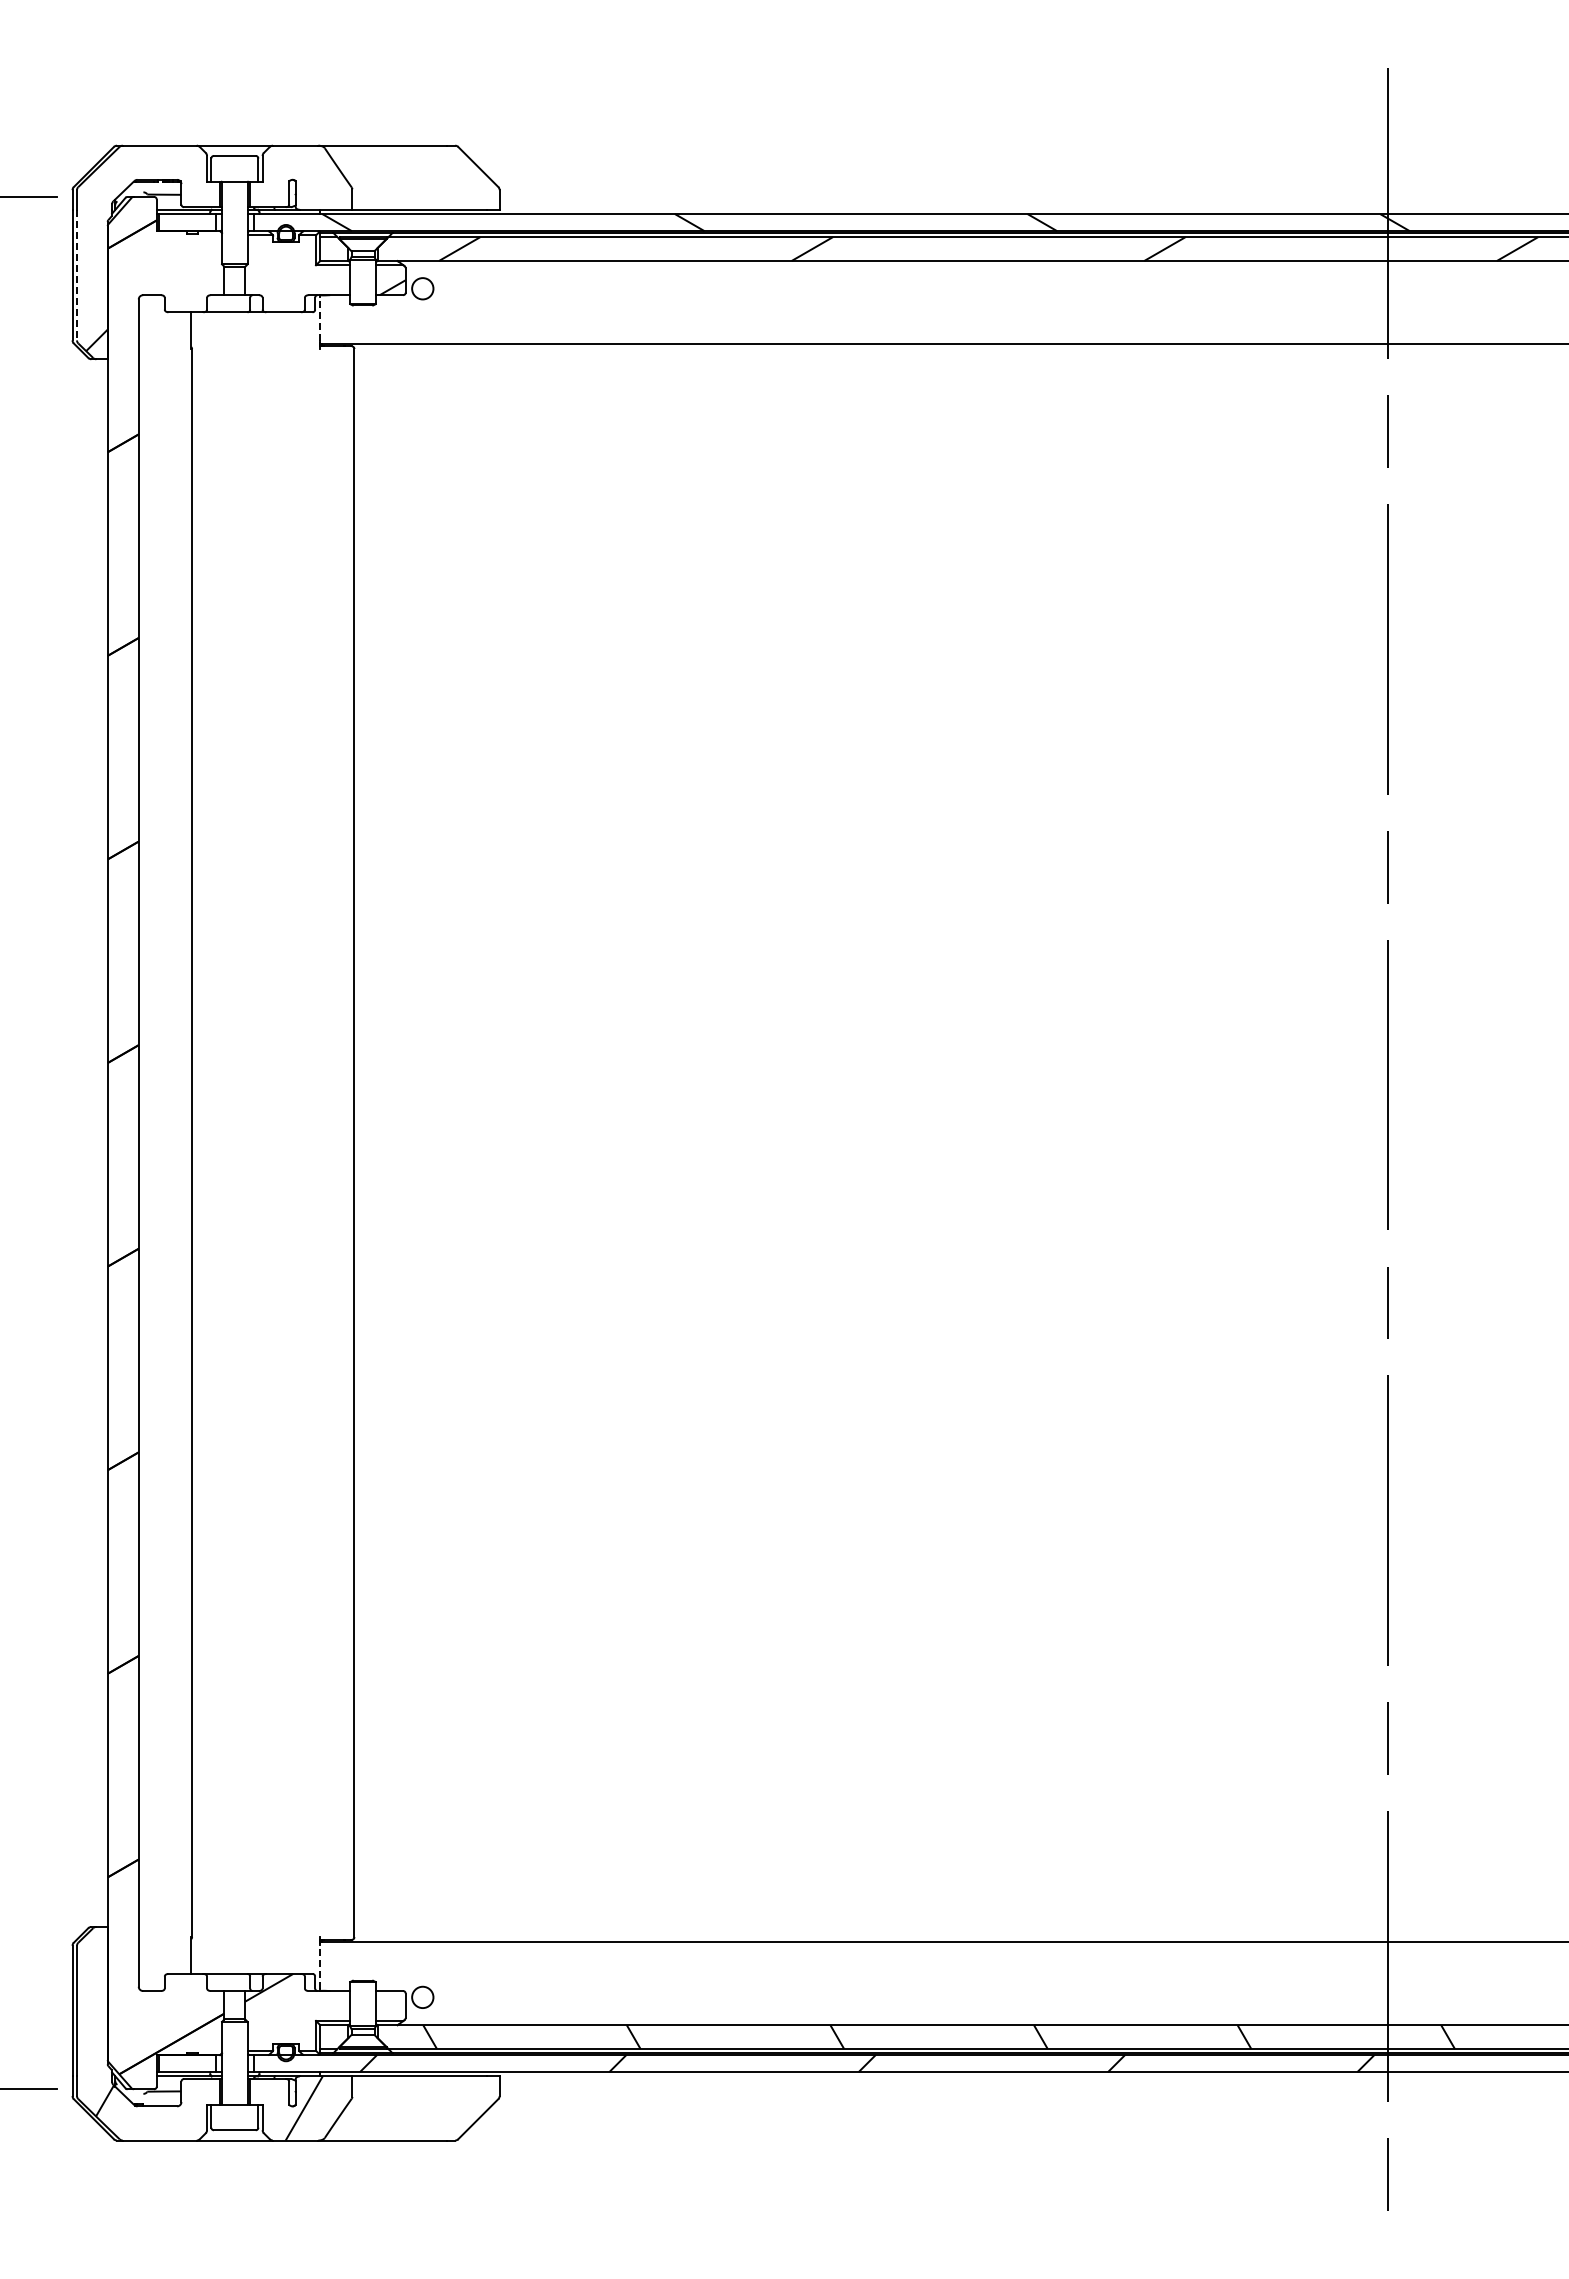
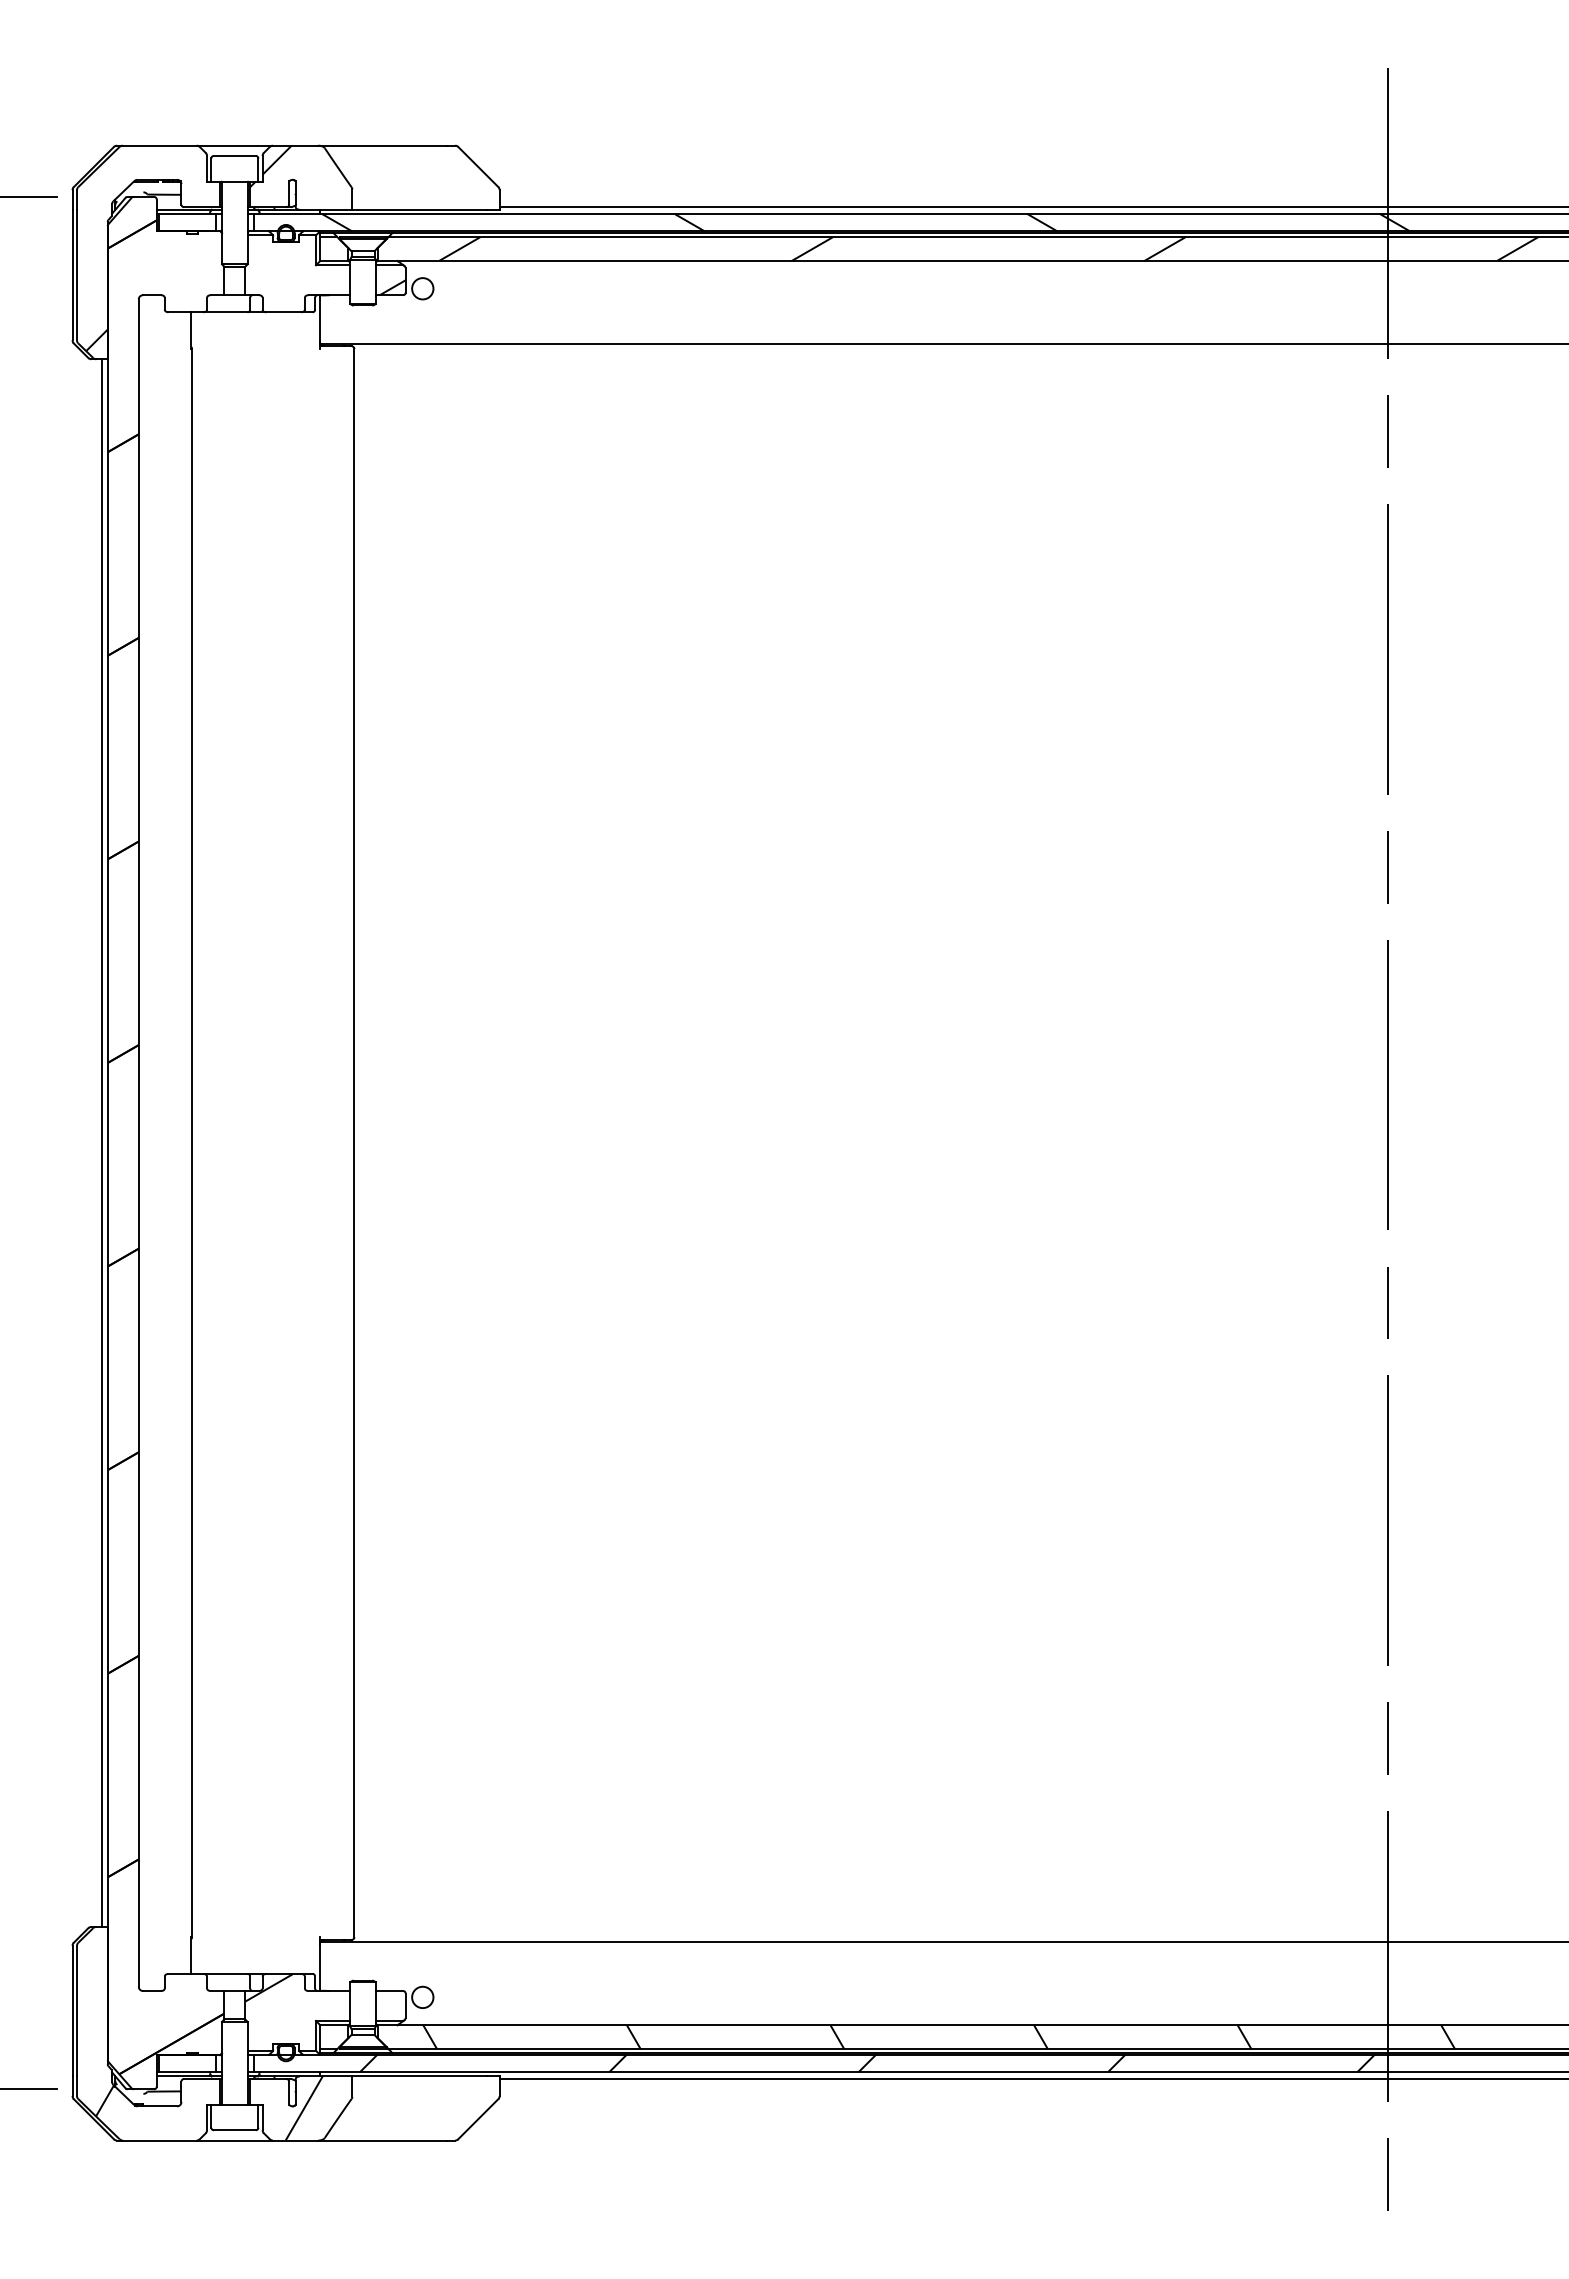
hatch at (270, 166): none -> present
line at (1032, 207): none -> present
line at (77, 275): dashed -> solid
line at (320, 318): dashed -> solid
line at (102, 1142): none -> present
line at (320, 1966): dashed -> solid
line at (1032, 2079): none -> present
